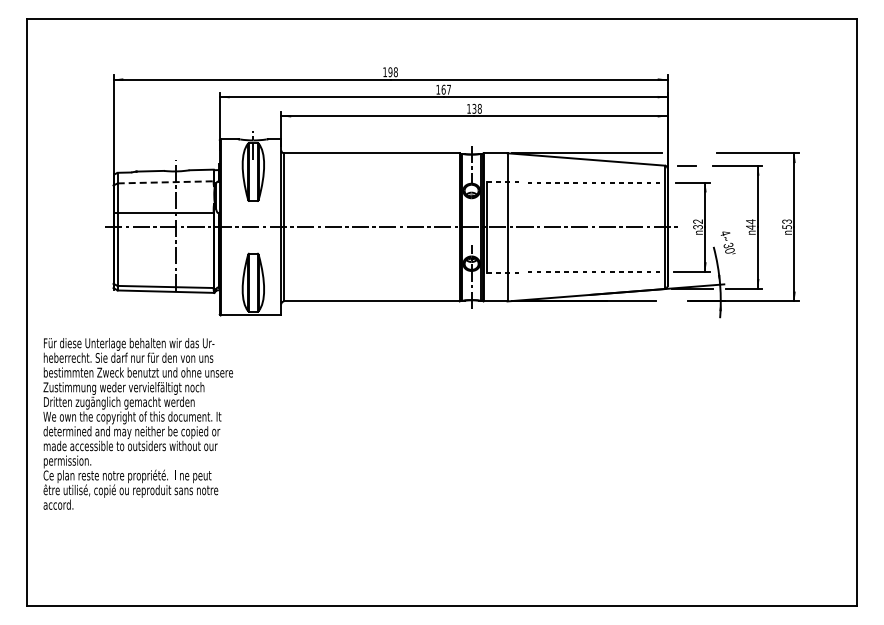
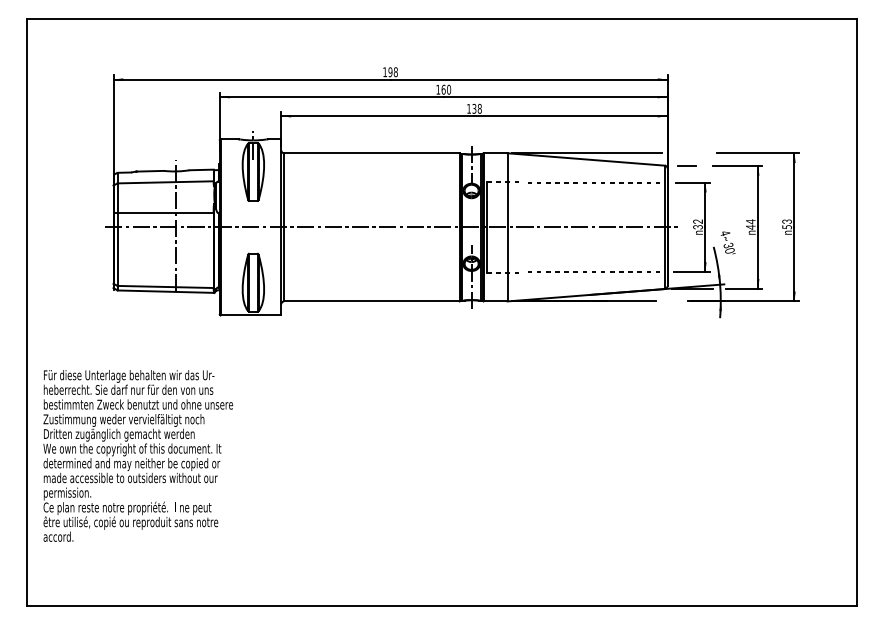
text at (449, 89): 167 -> 160
line at (165, 182): dashed -> solid
text at (138, 423) position: (138, 423) -> (138, 455)
